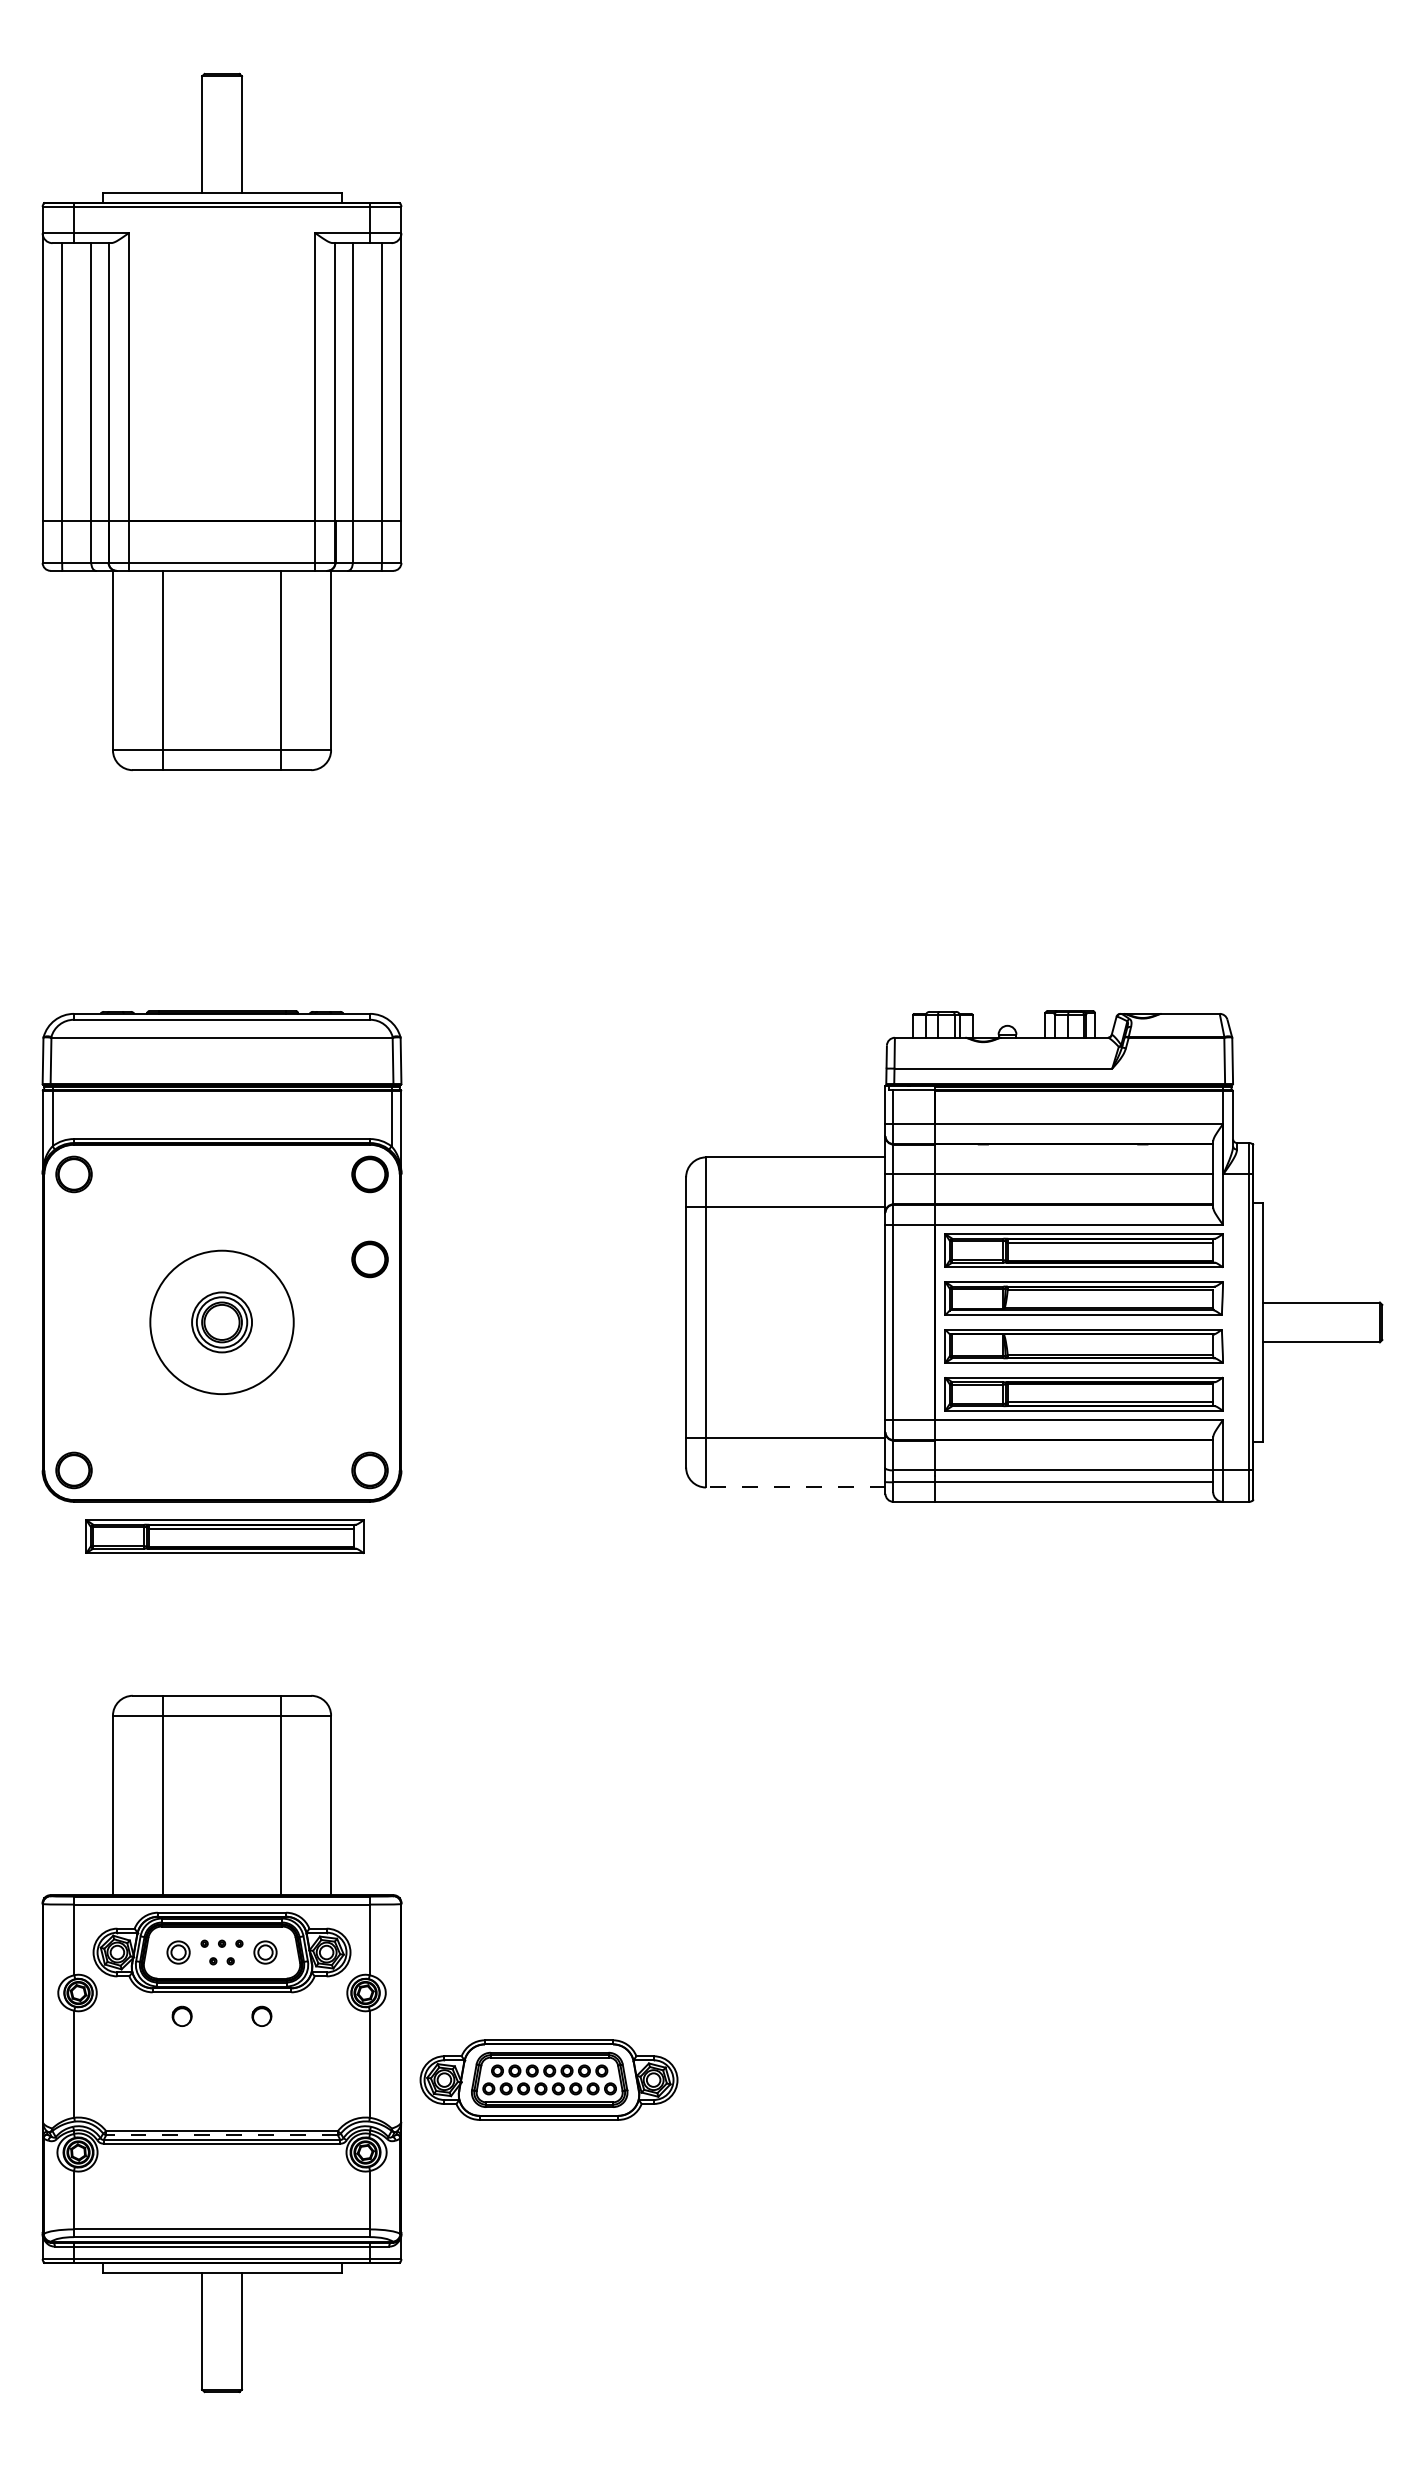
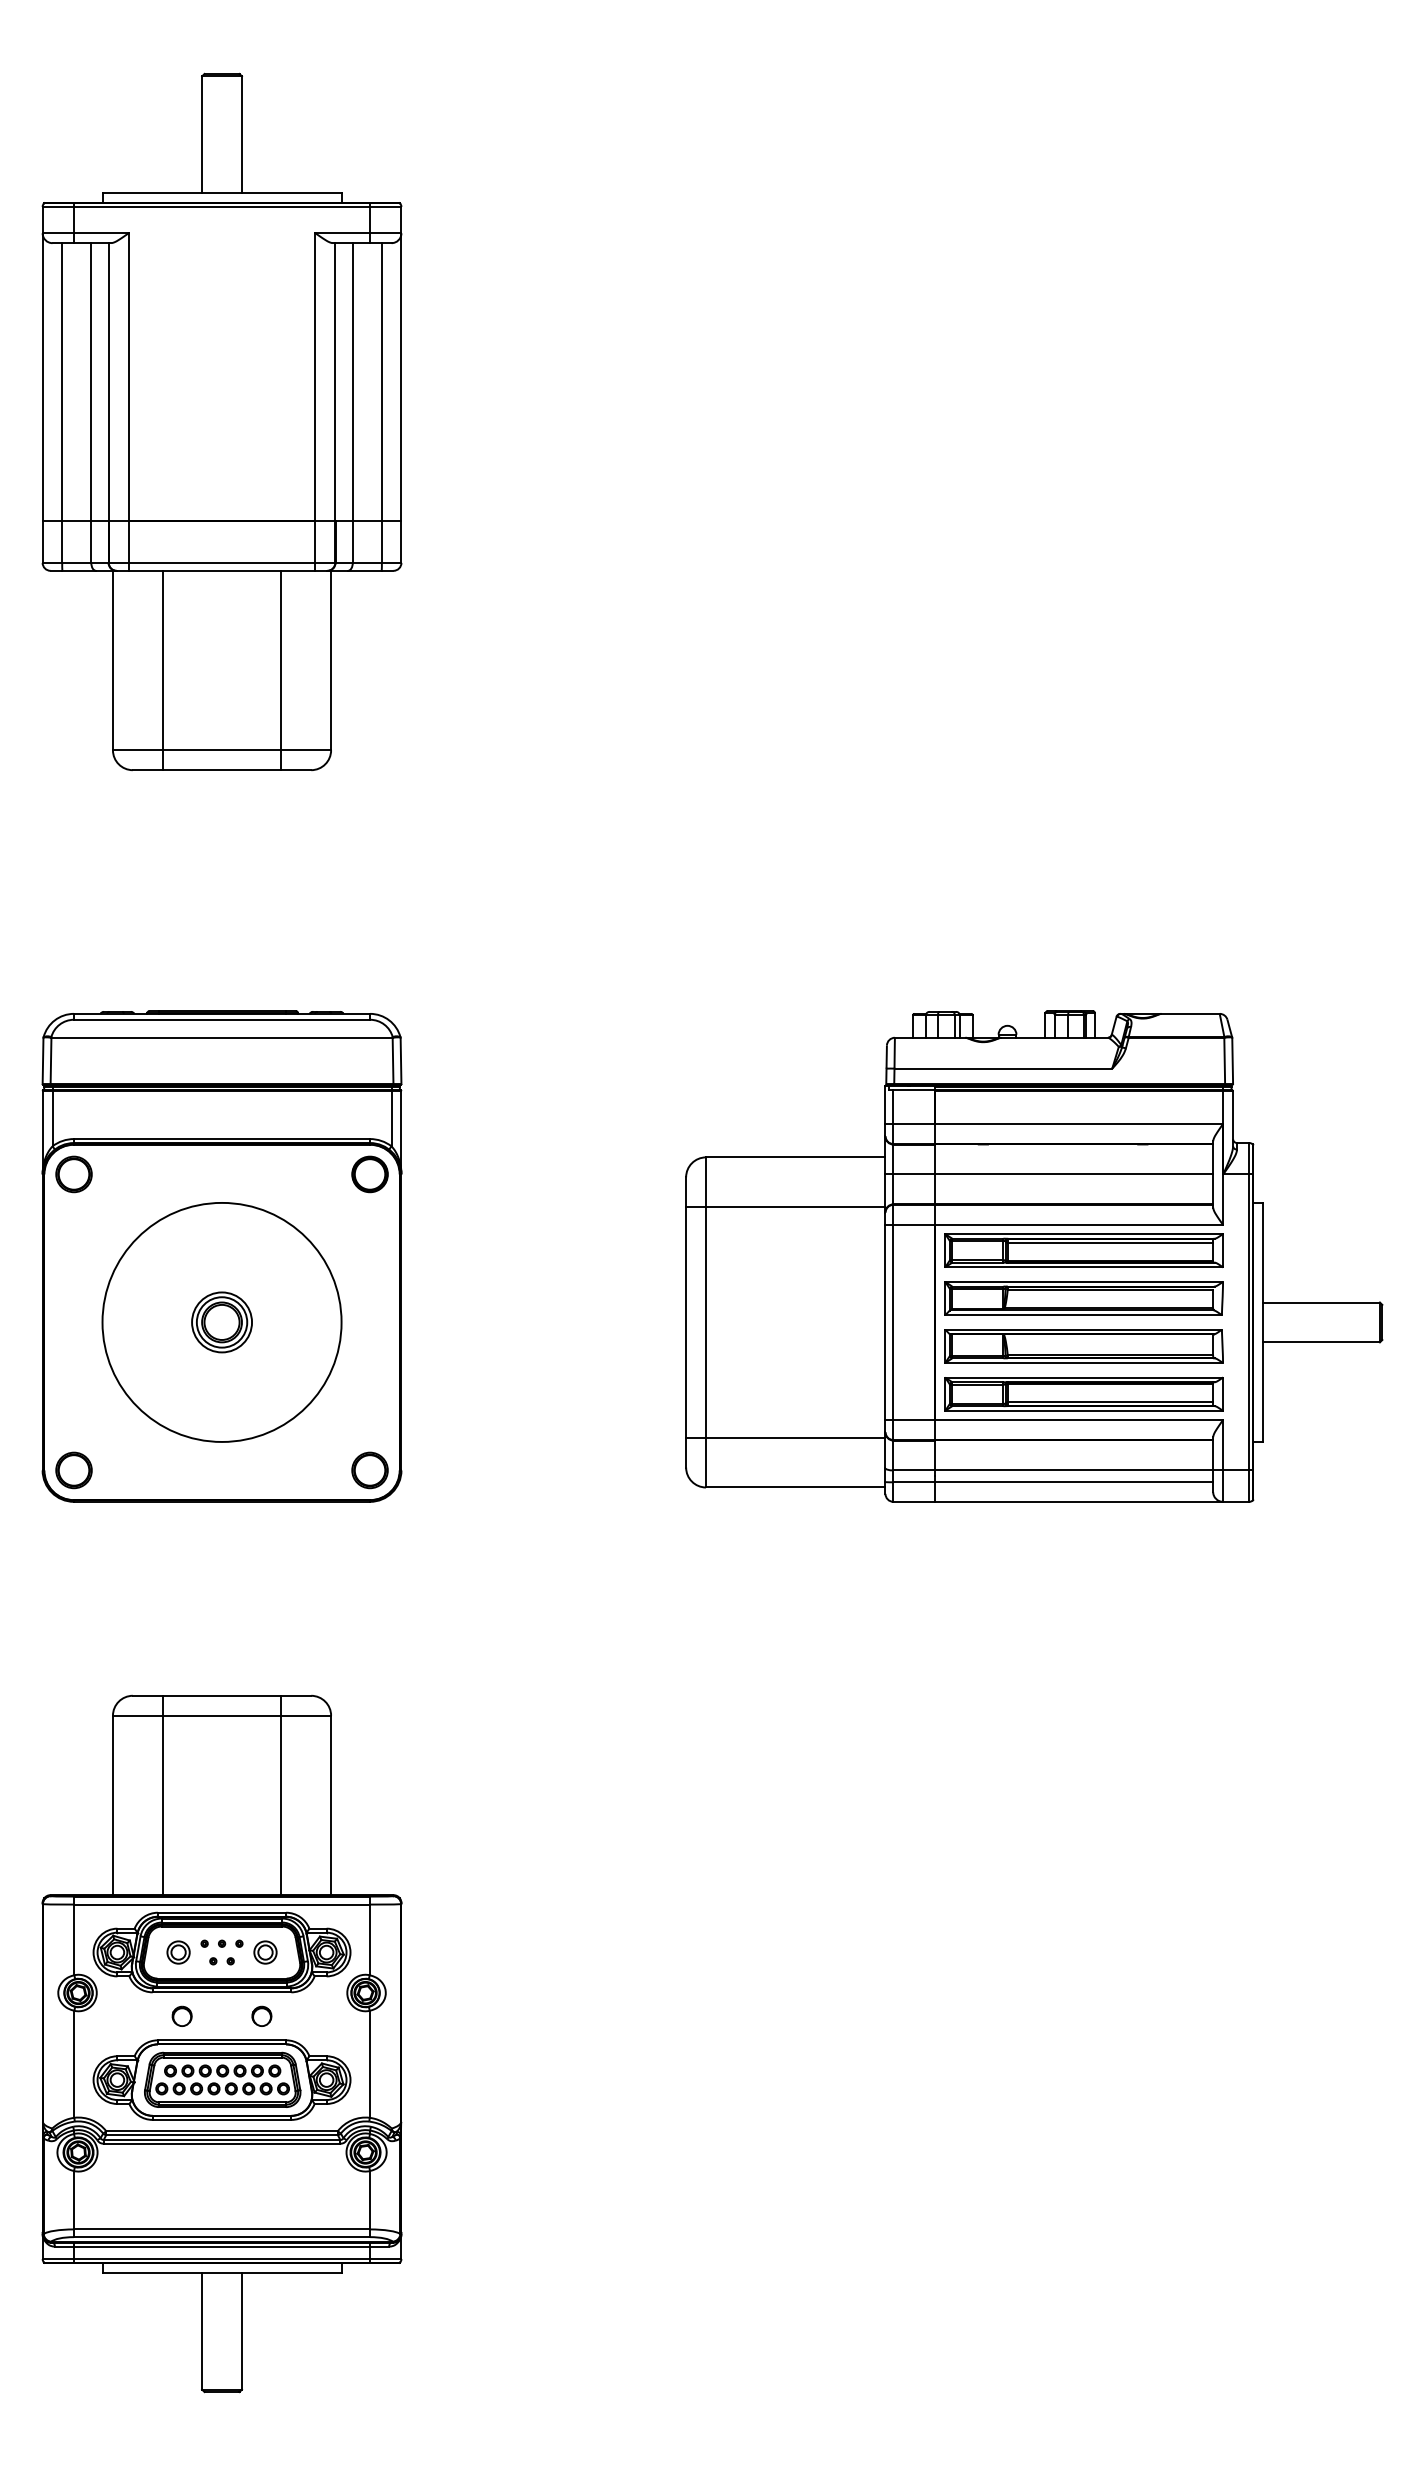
part at (369, 1259): present -> none
circle at (221, 1322) diameter: 143 px -> 239 px
line at (795, 1487): dashed -> solid
part at (224, 1536): present -> none
part at (548, 2079) position: (548, 2079) -> (221, 2079)
line at (222, 2135): dashed -> solid
